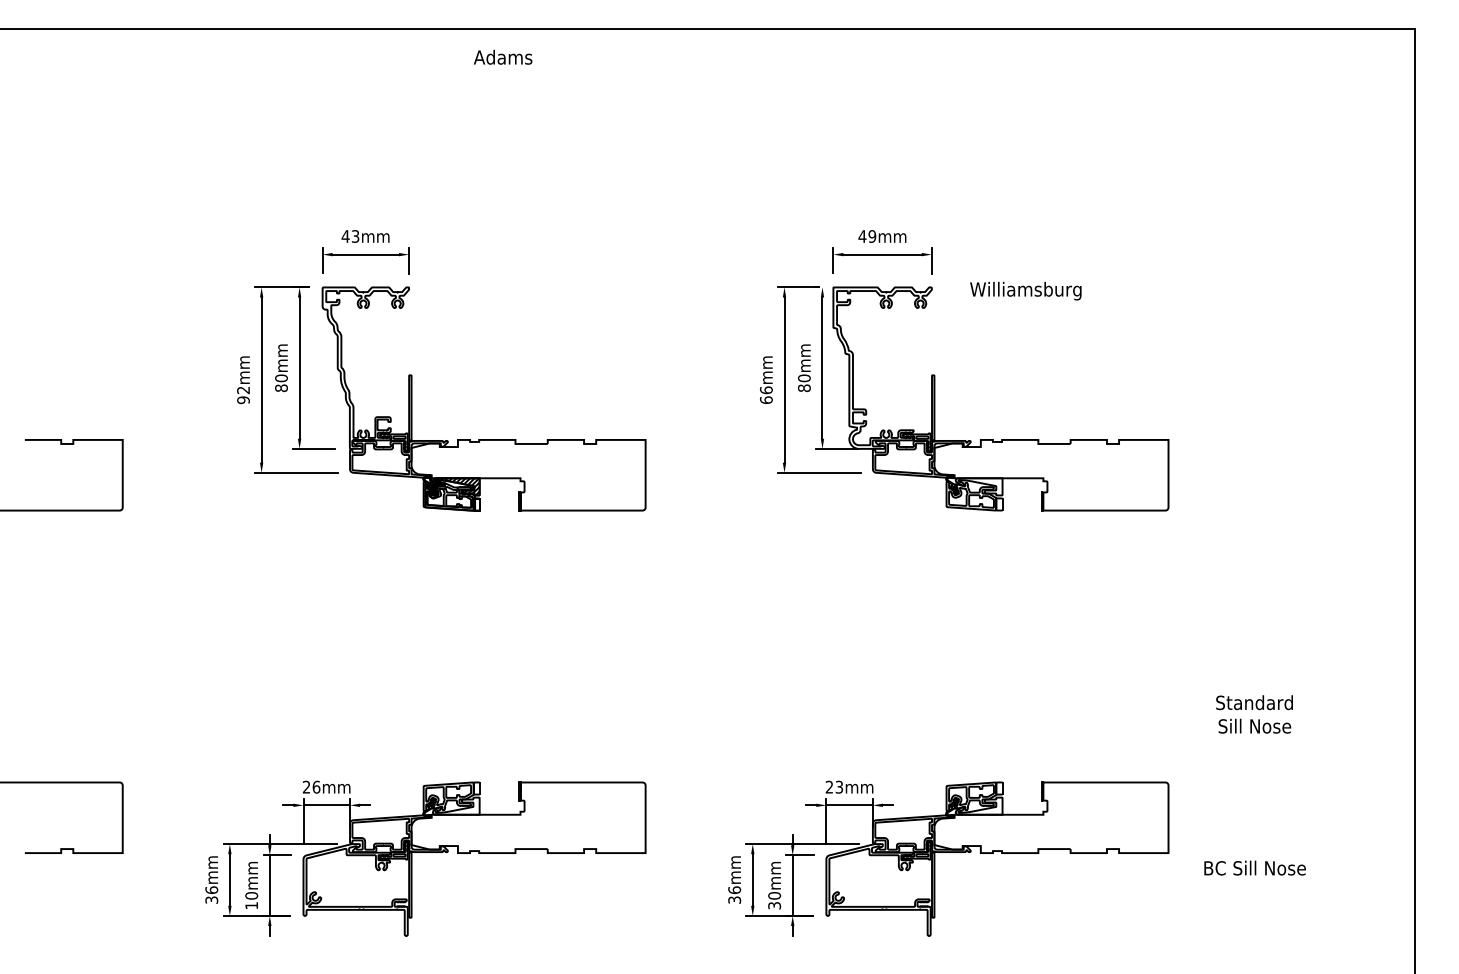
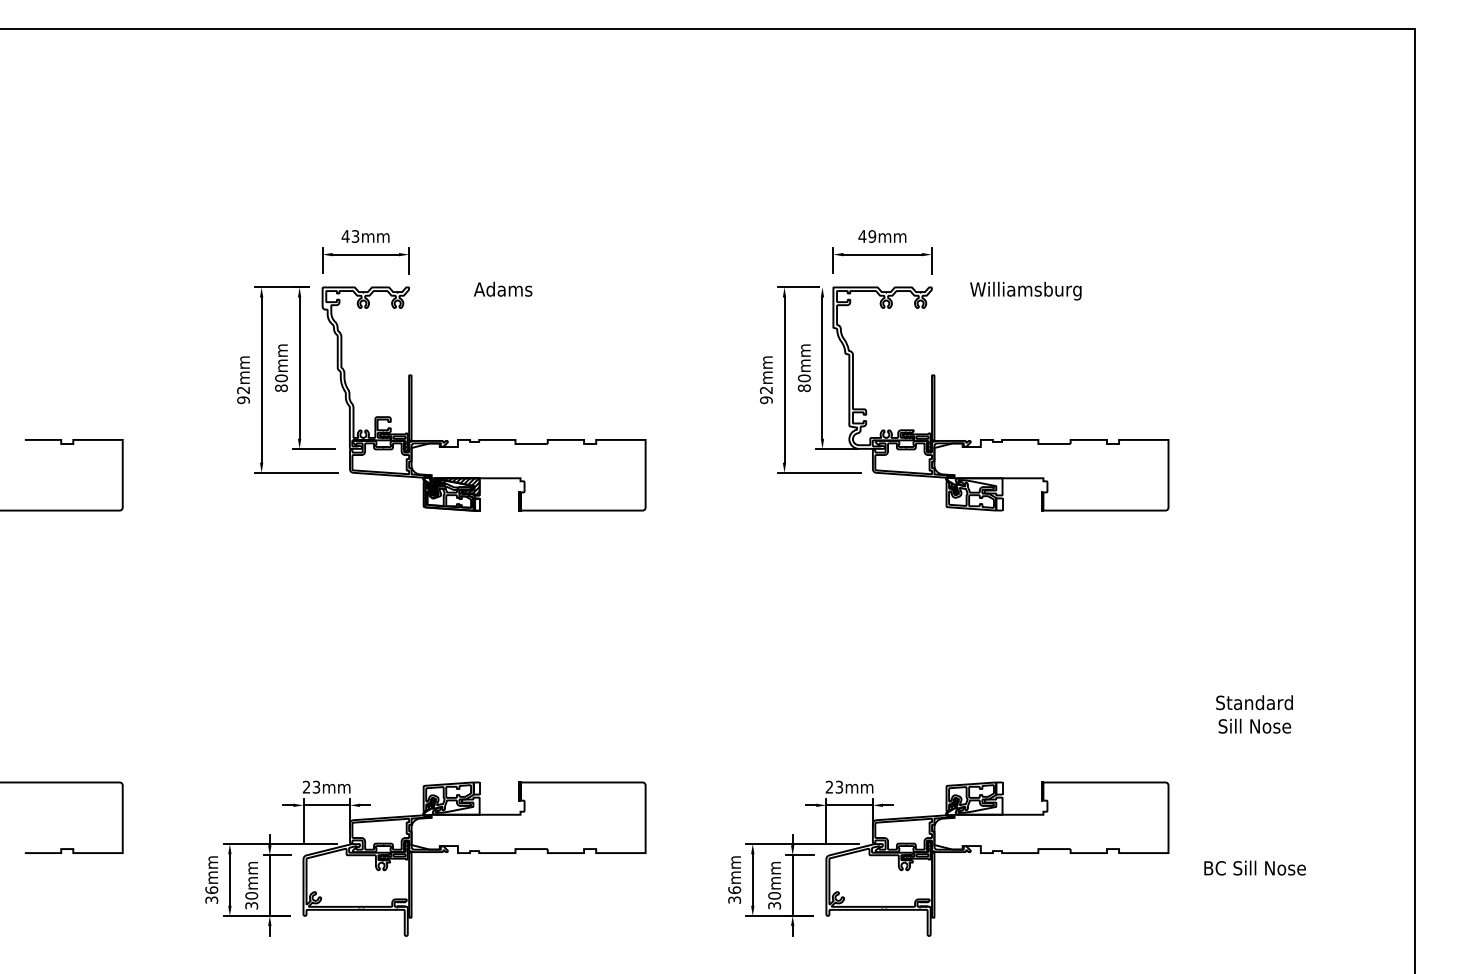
text at (503, 56) position: (503, 56) -> (503, 288)
text at (766, 395): 66mm -> 92mm
text at (316, 786): 26mm -> 23mm
text at (251, 905): 10mm -> 30mm
